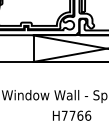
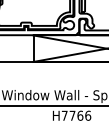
line at (53, 106): none -> present
